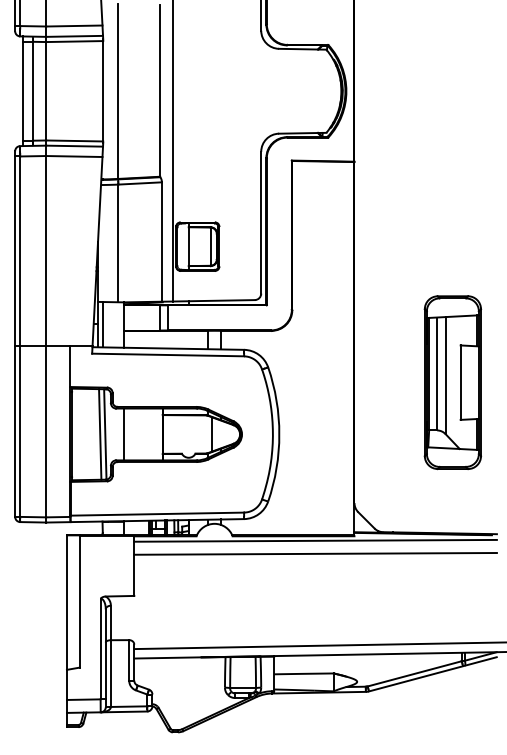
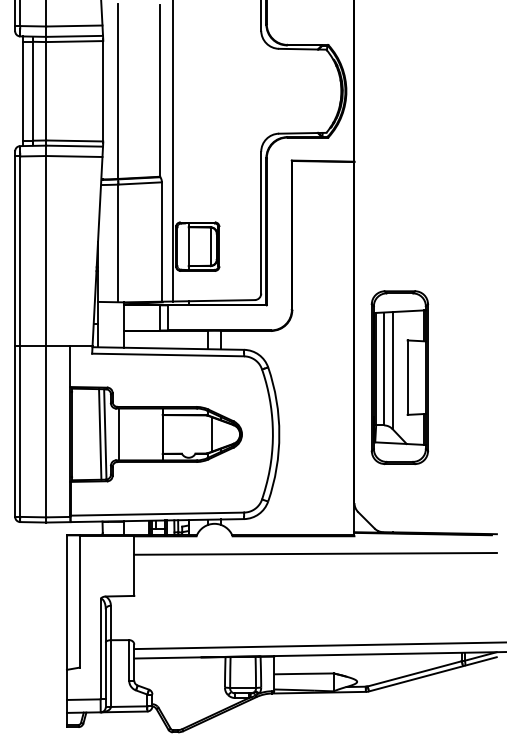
line at (103, 324): present -> none
part at (452, 382) position: (452, 382) -> (399, 377)
line at (123, 434) position: (123, 434) -> (118, 434)
line at (315, 540): present -> none
